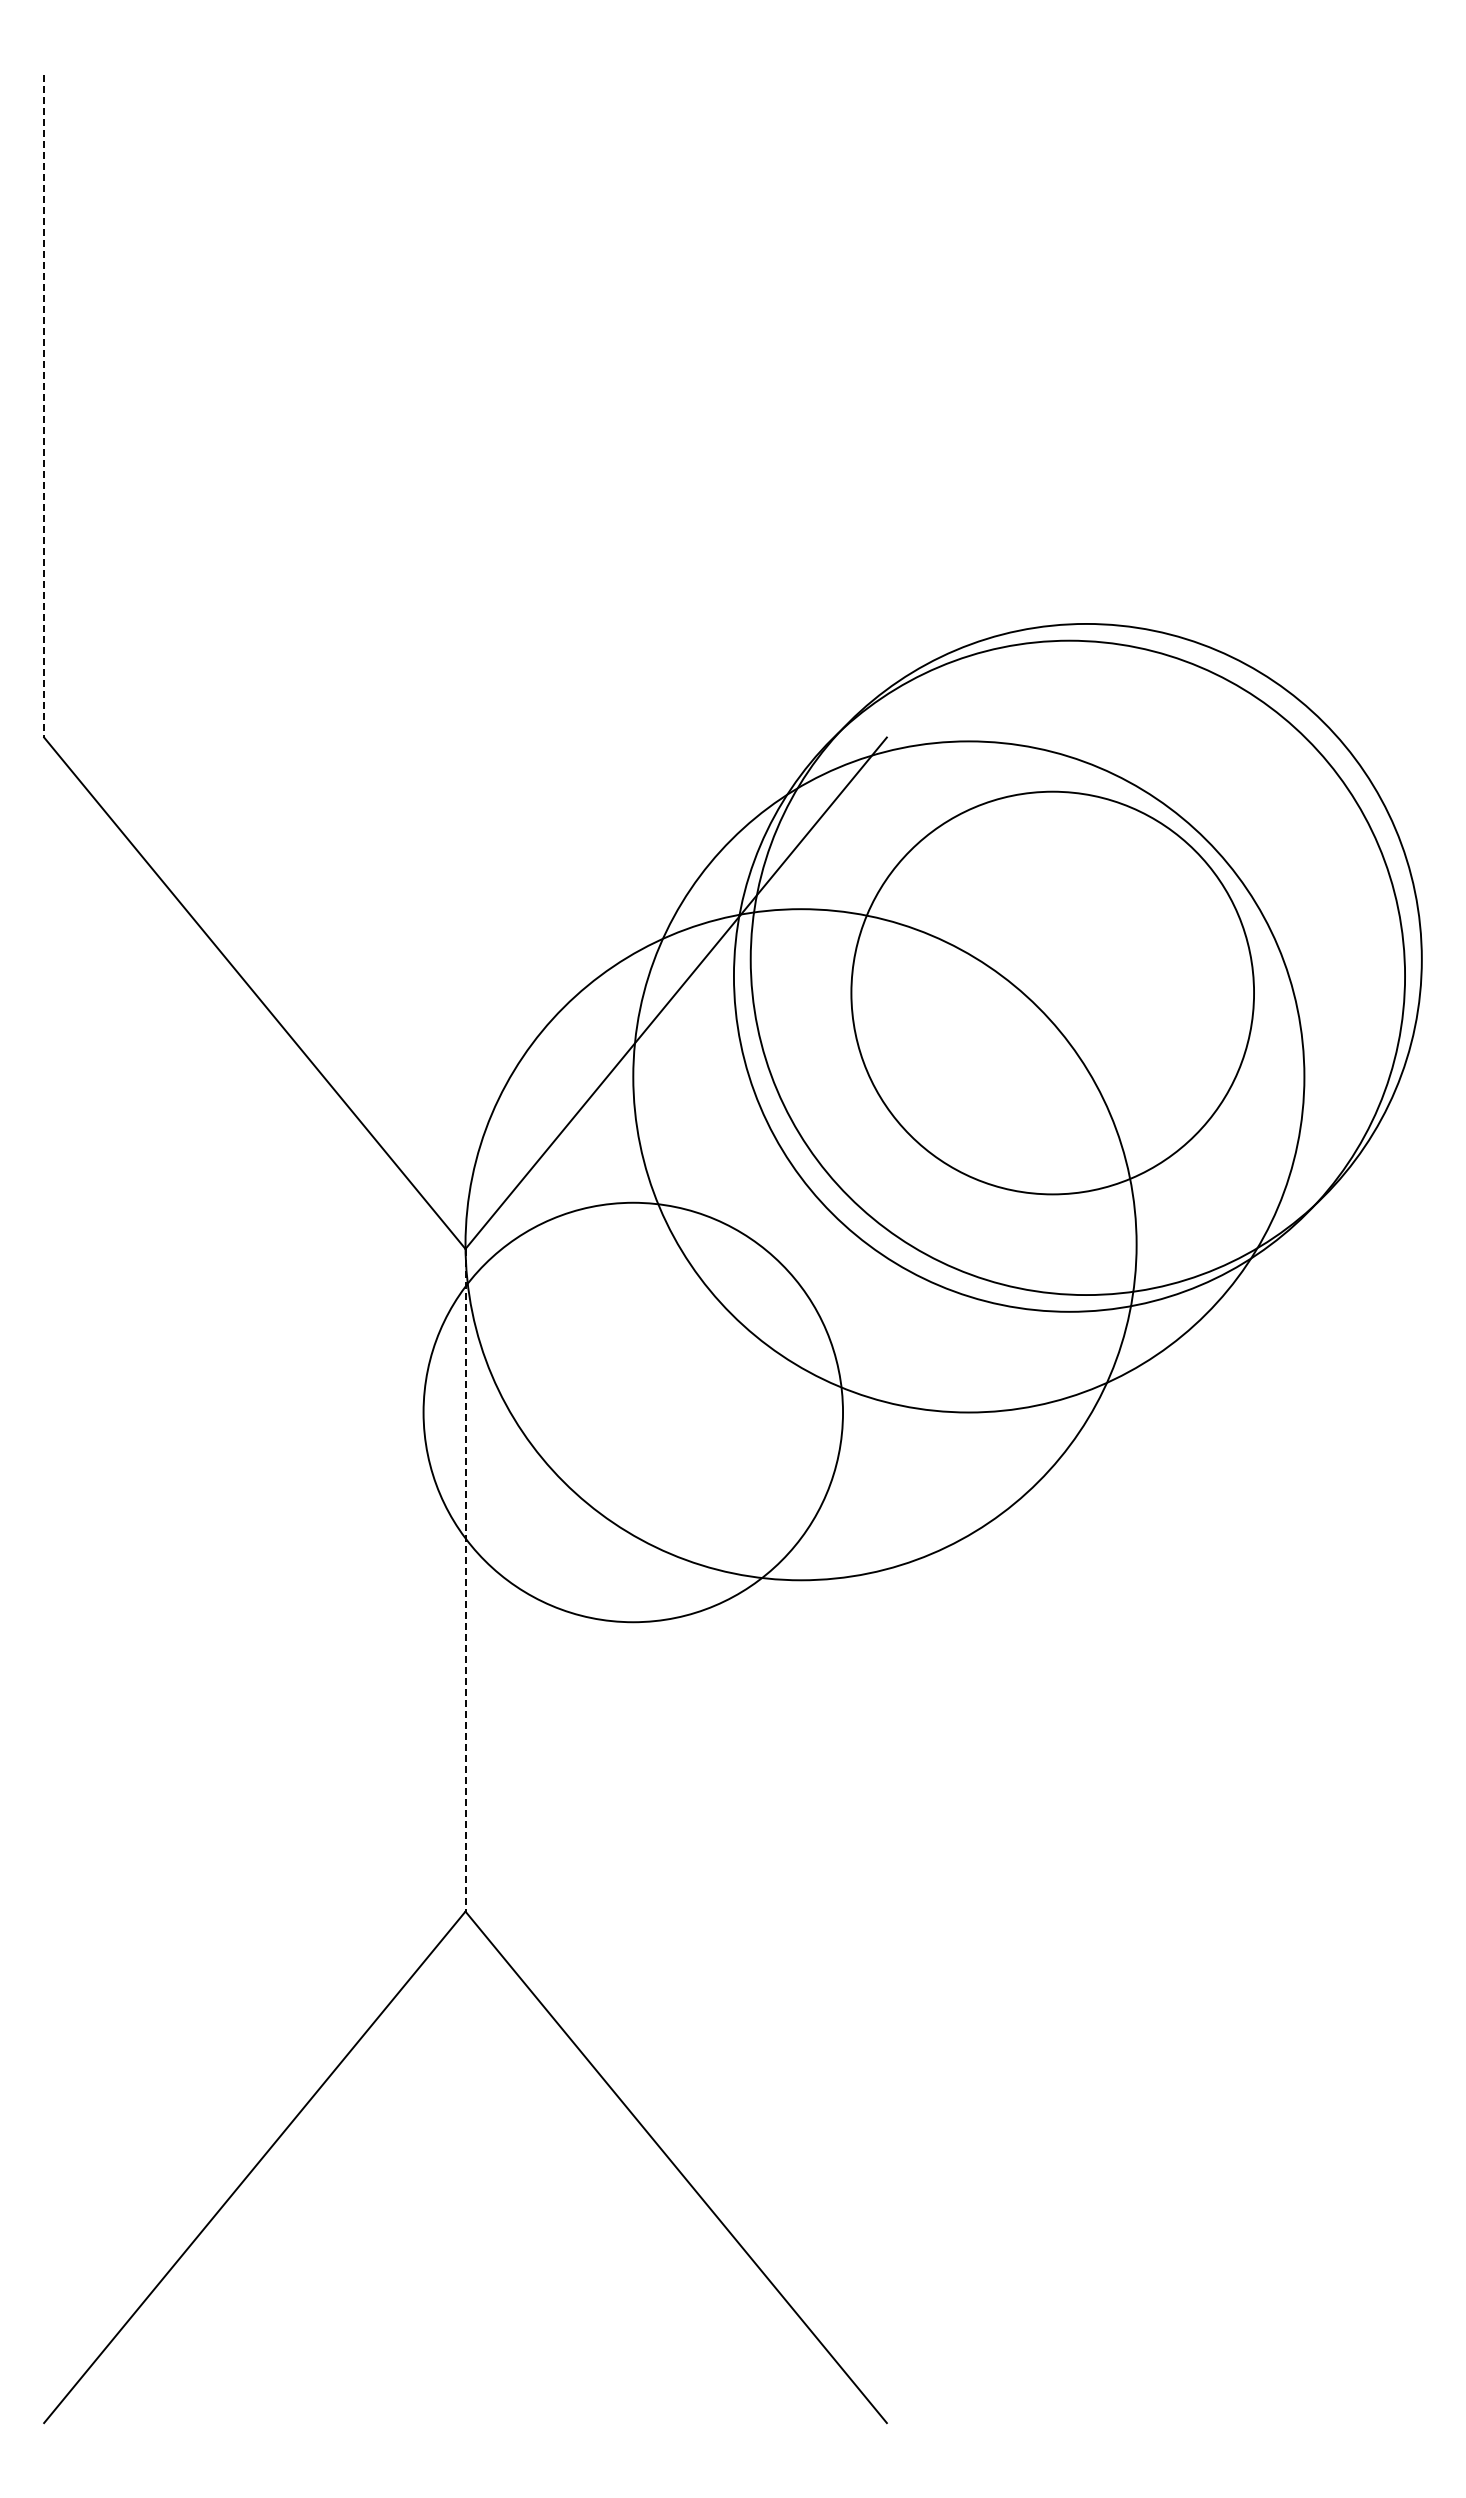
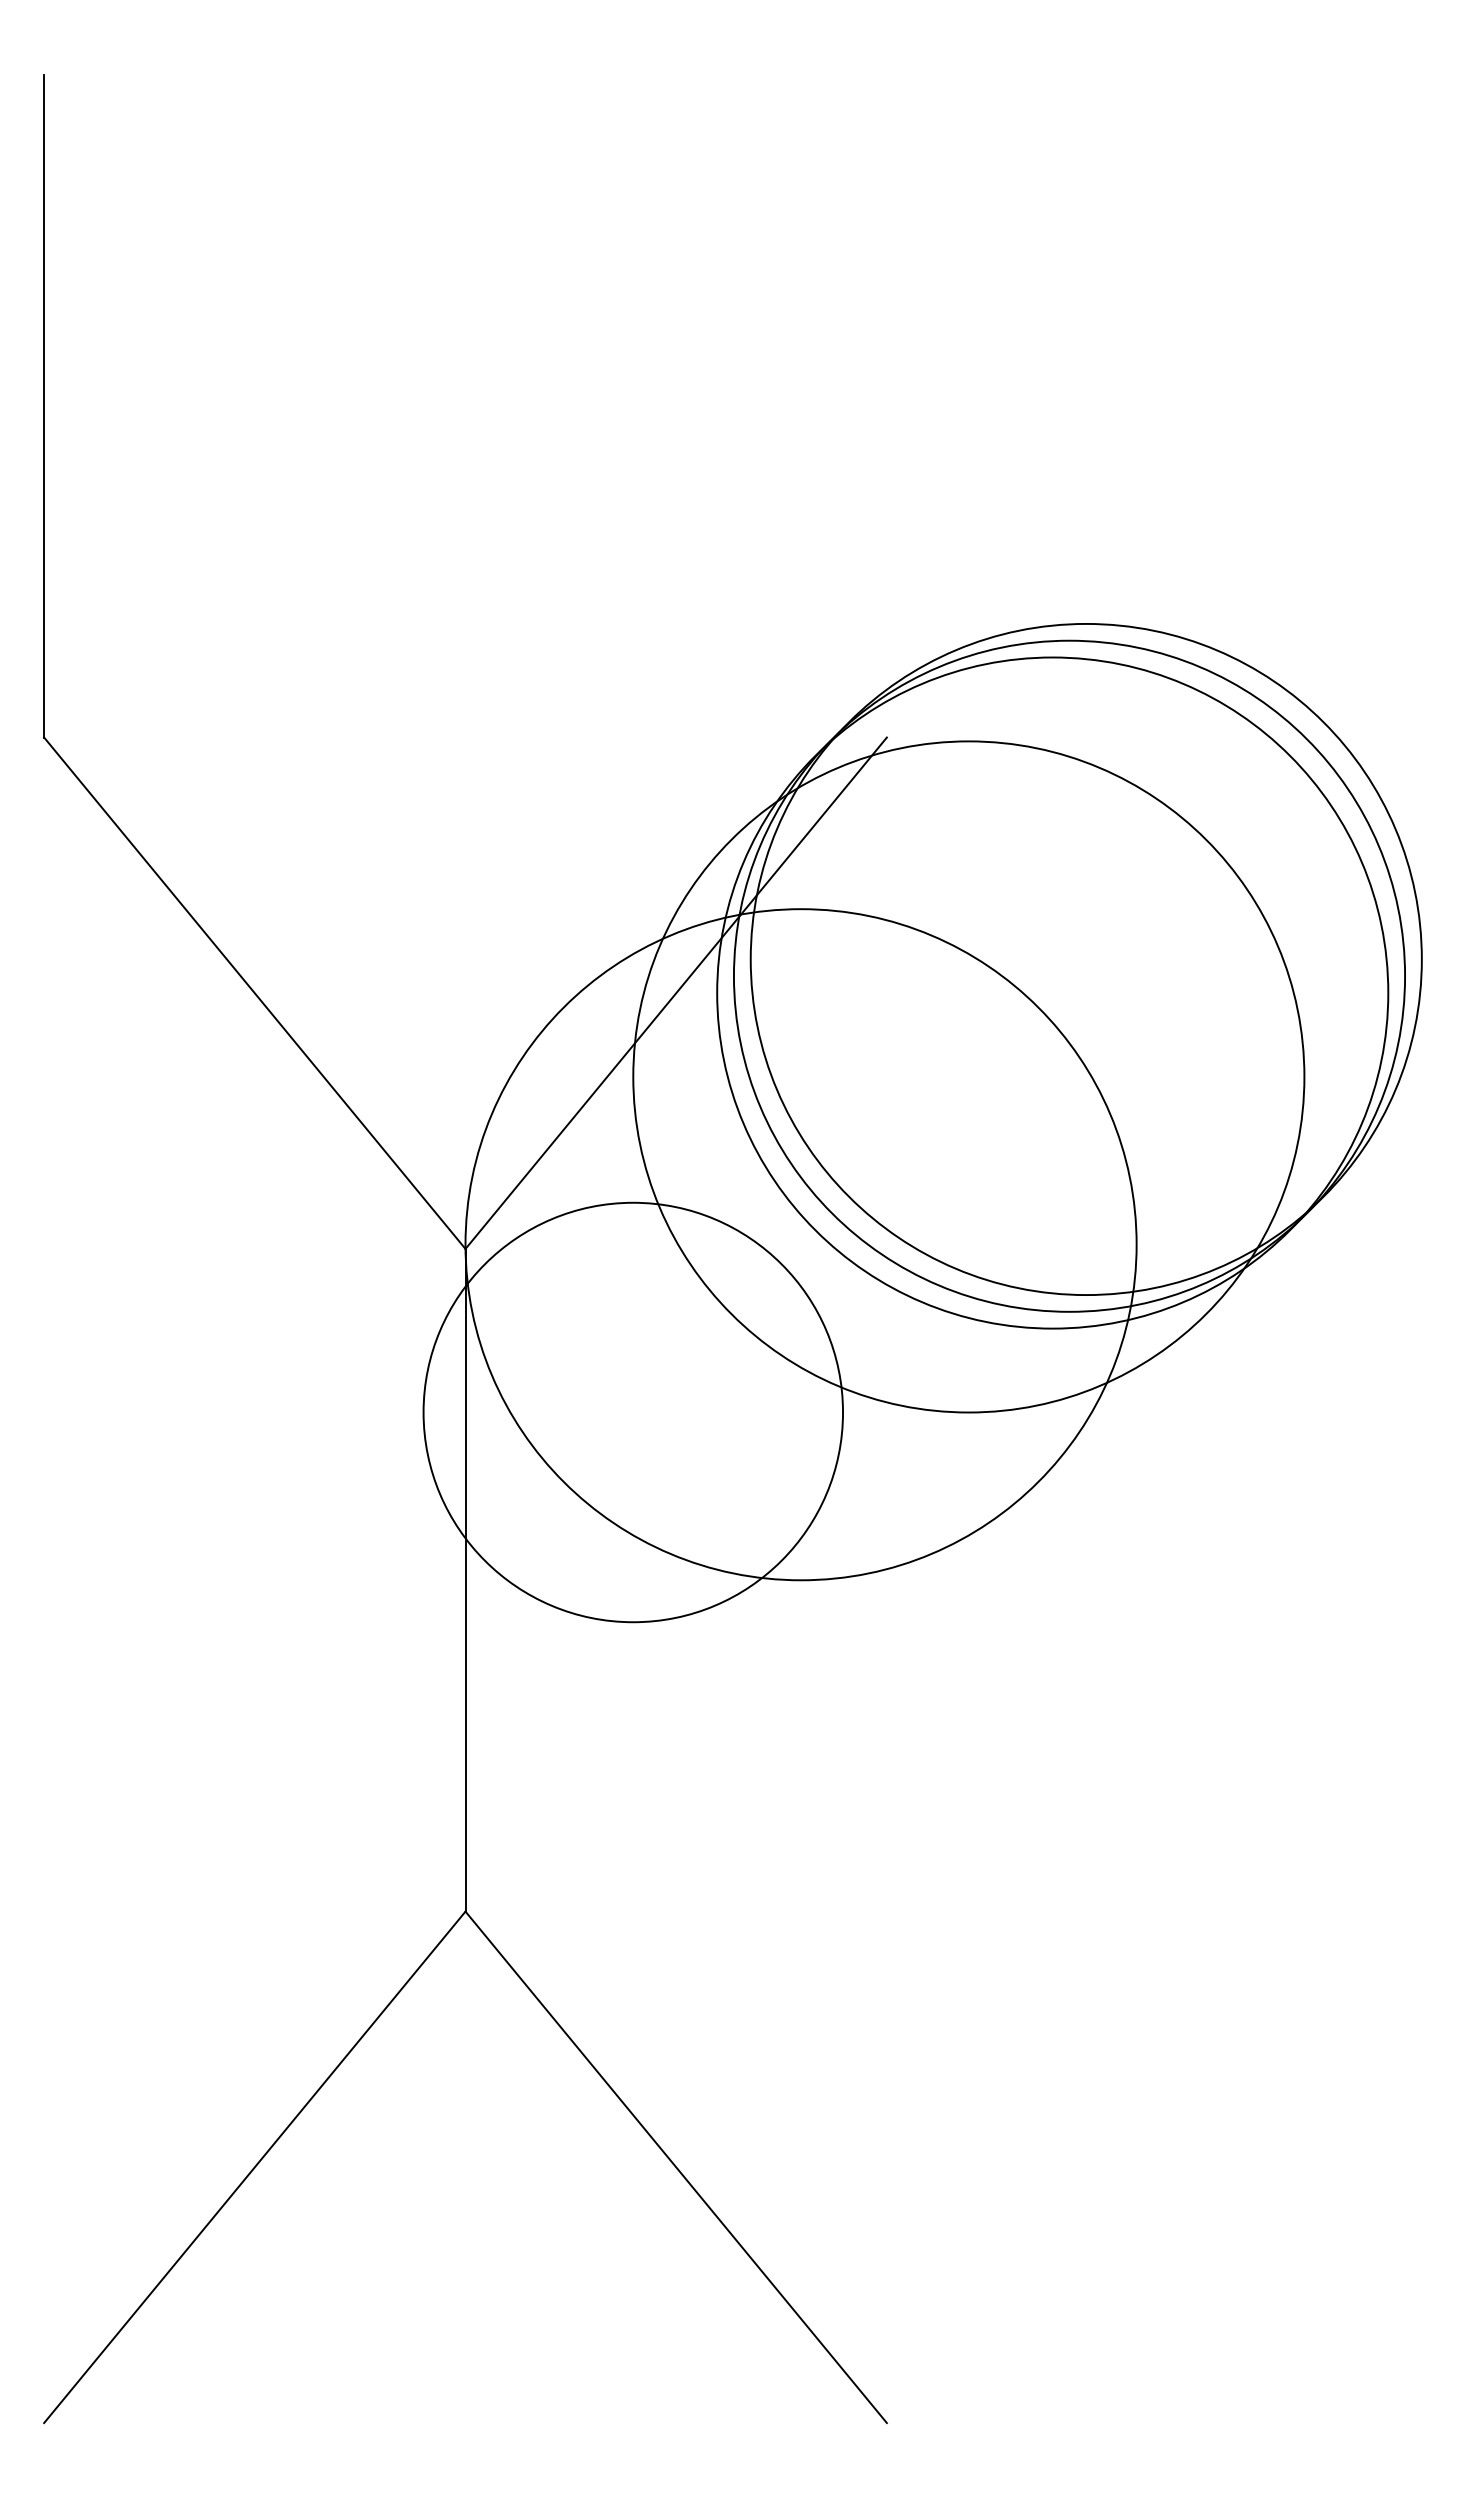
line at (44, 406): dashed -> solid
circle at (1052, 992) diameter: 403 px -> 671 px
line at (465, 1580): dashed -> solid
